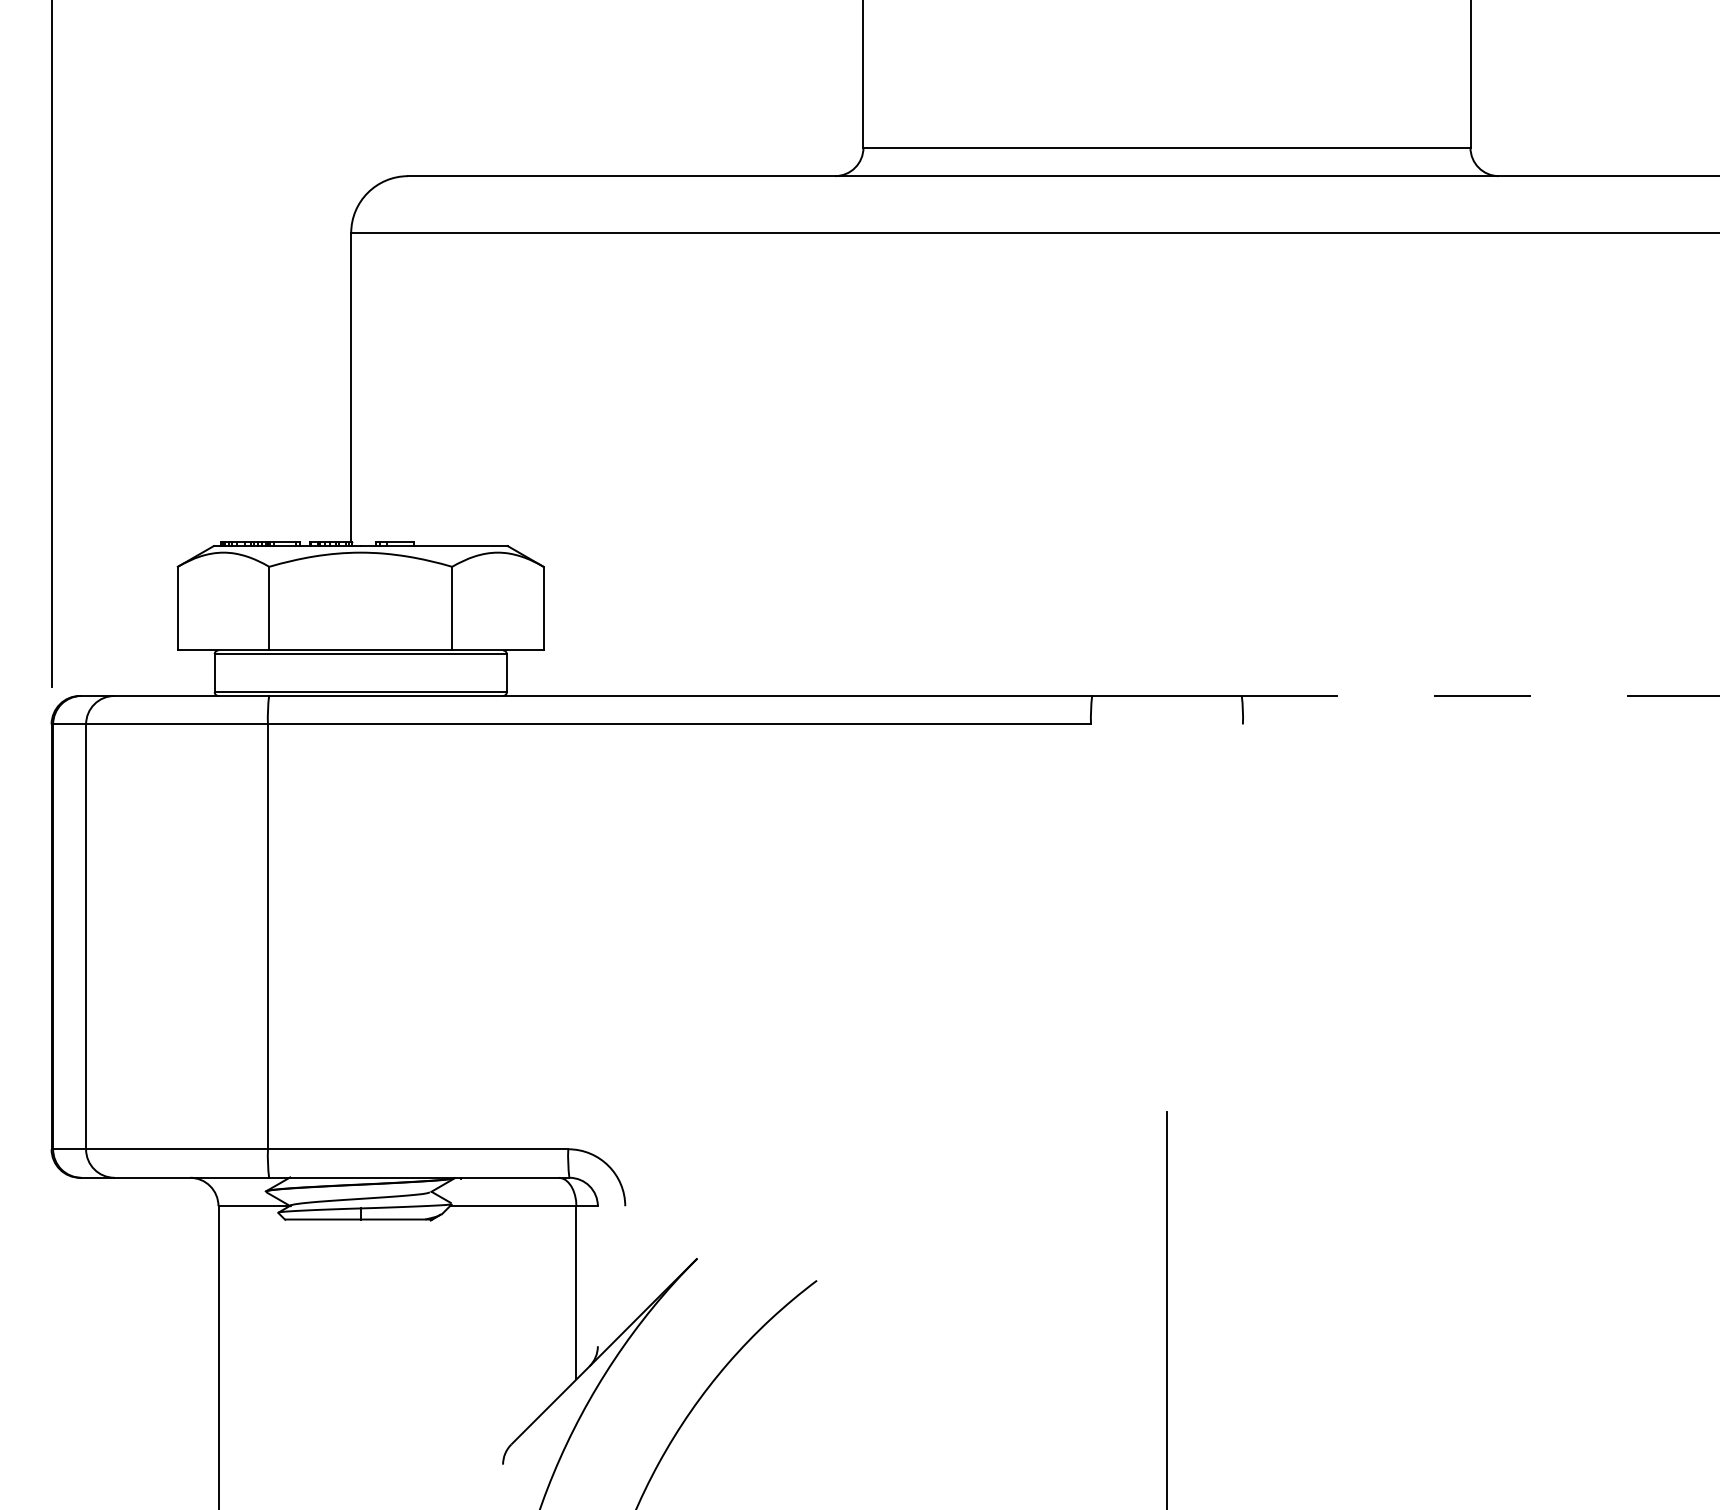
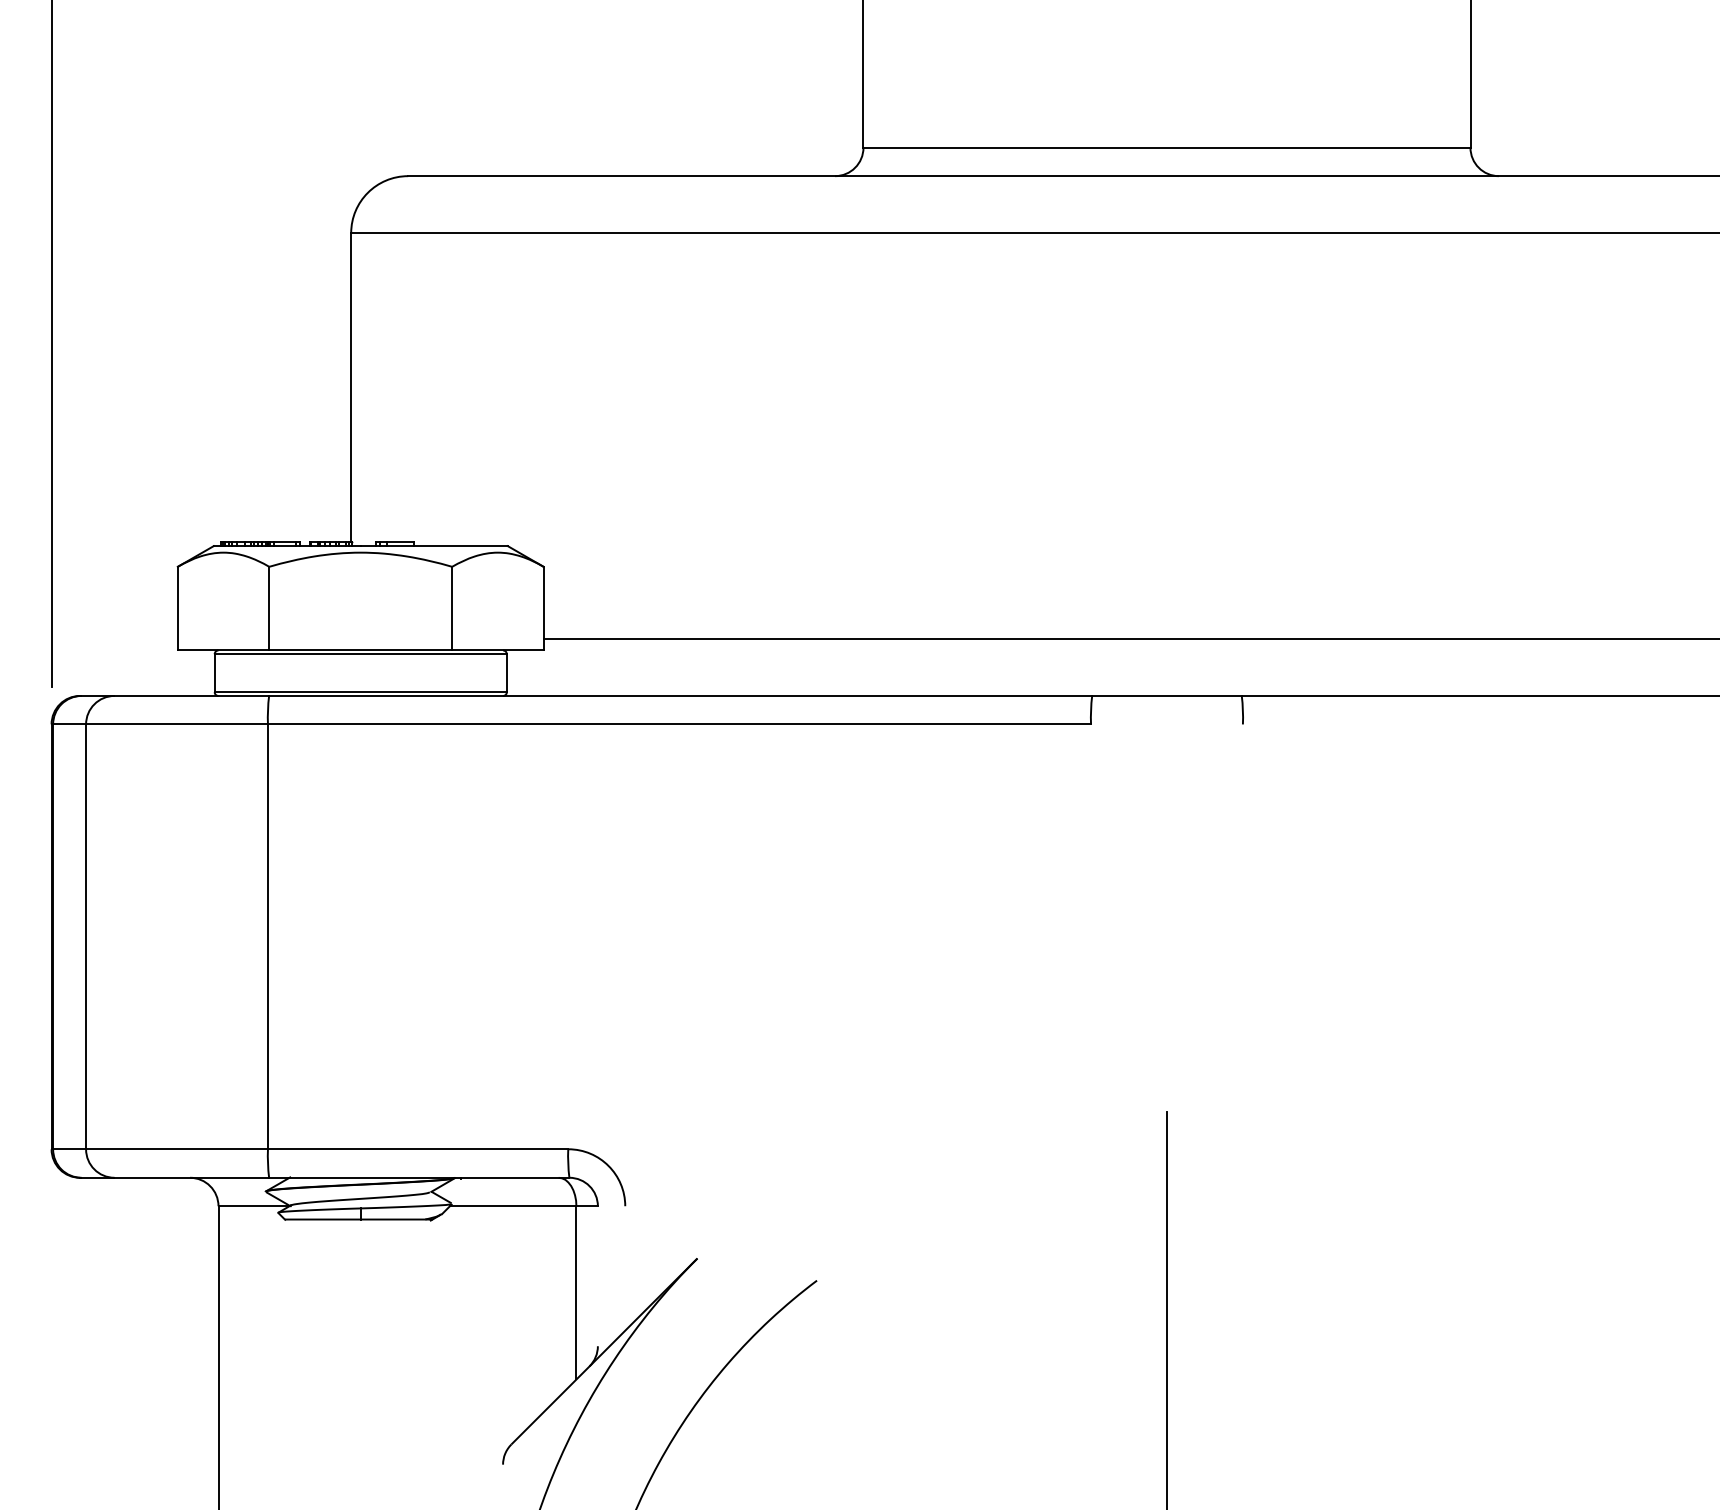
line at (1129, 639): none -> present
line at (1480, 695): dashed -> solid
